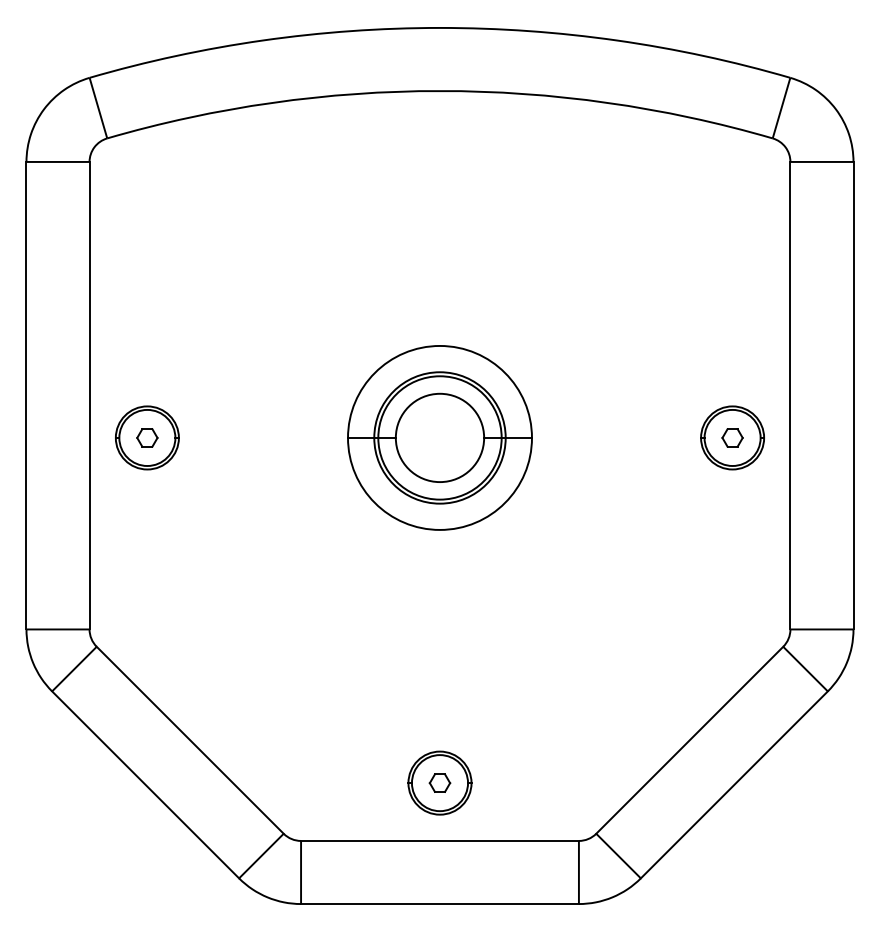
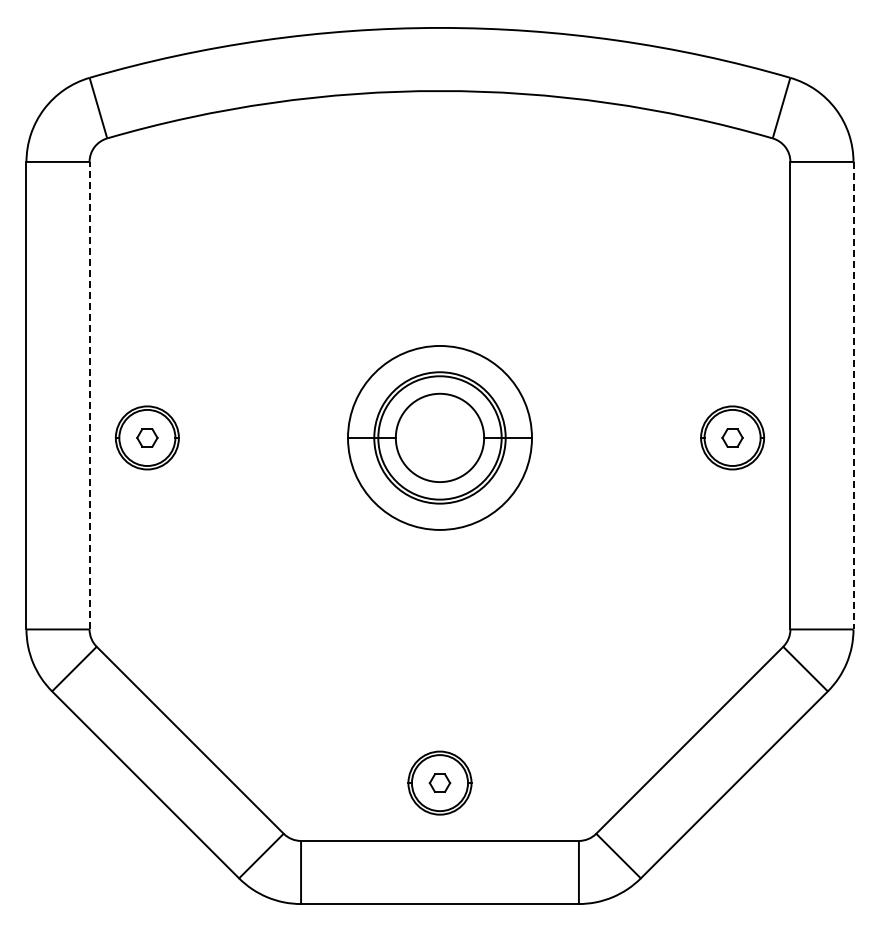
line at (89, 395): solid -> dashed
line at (853, 395): solid -> dashed
